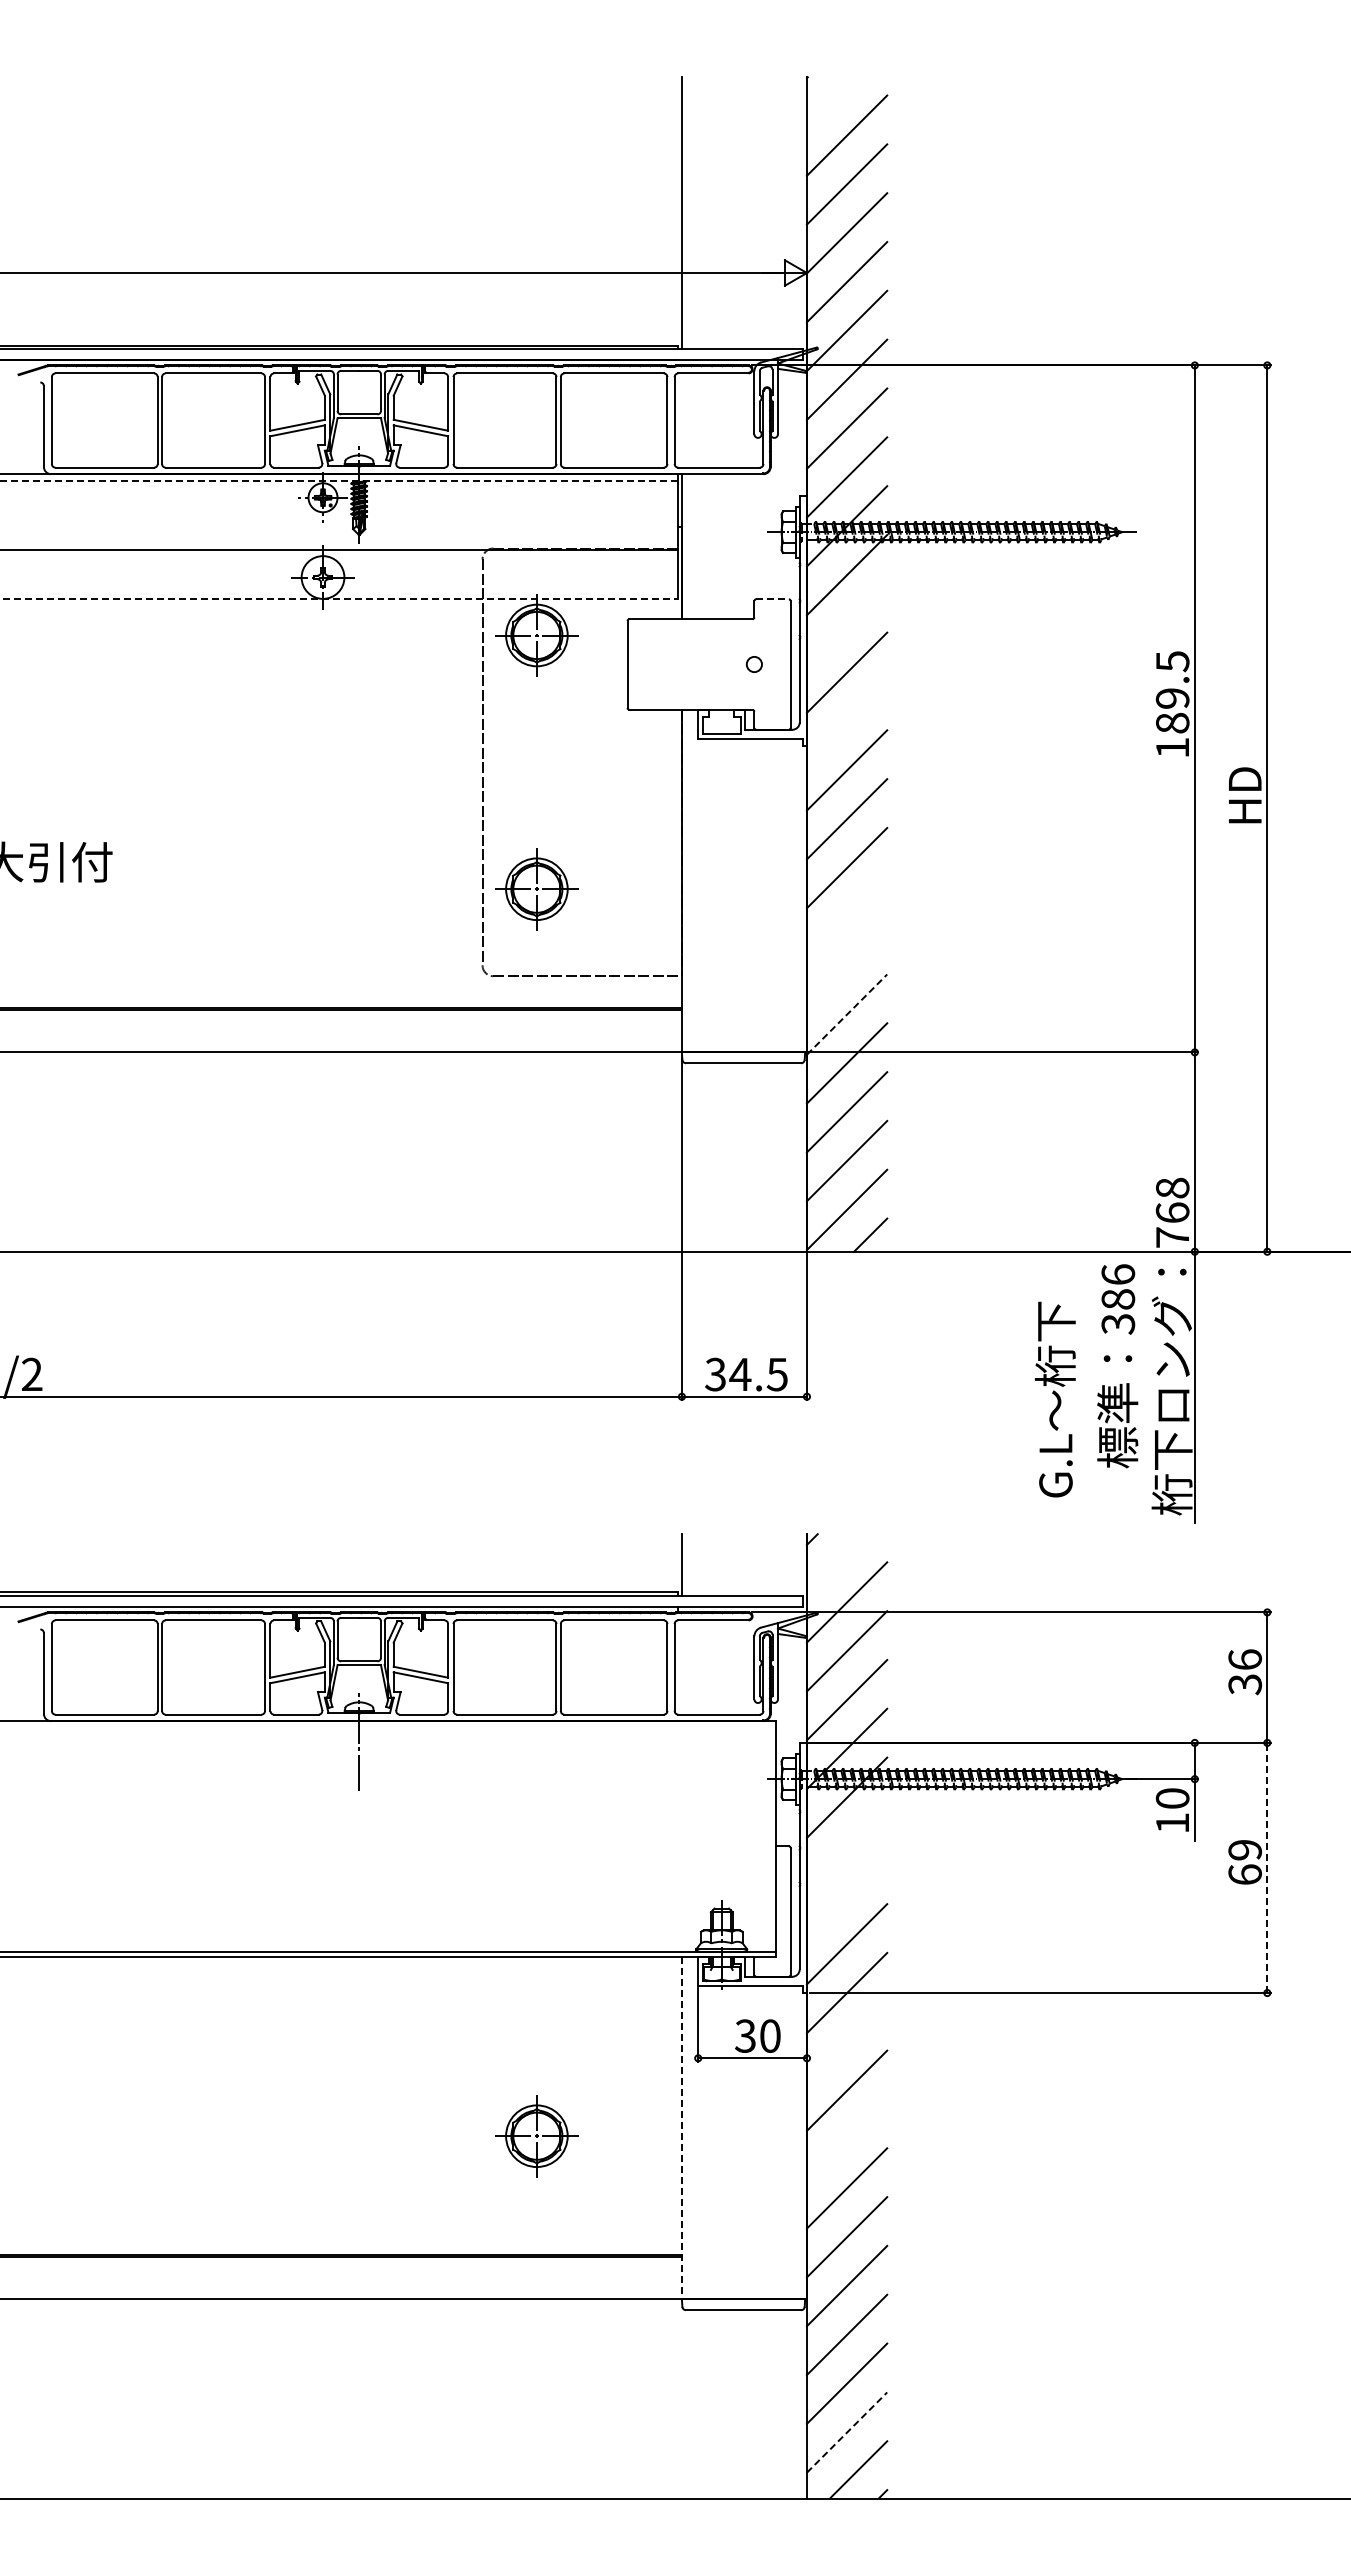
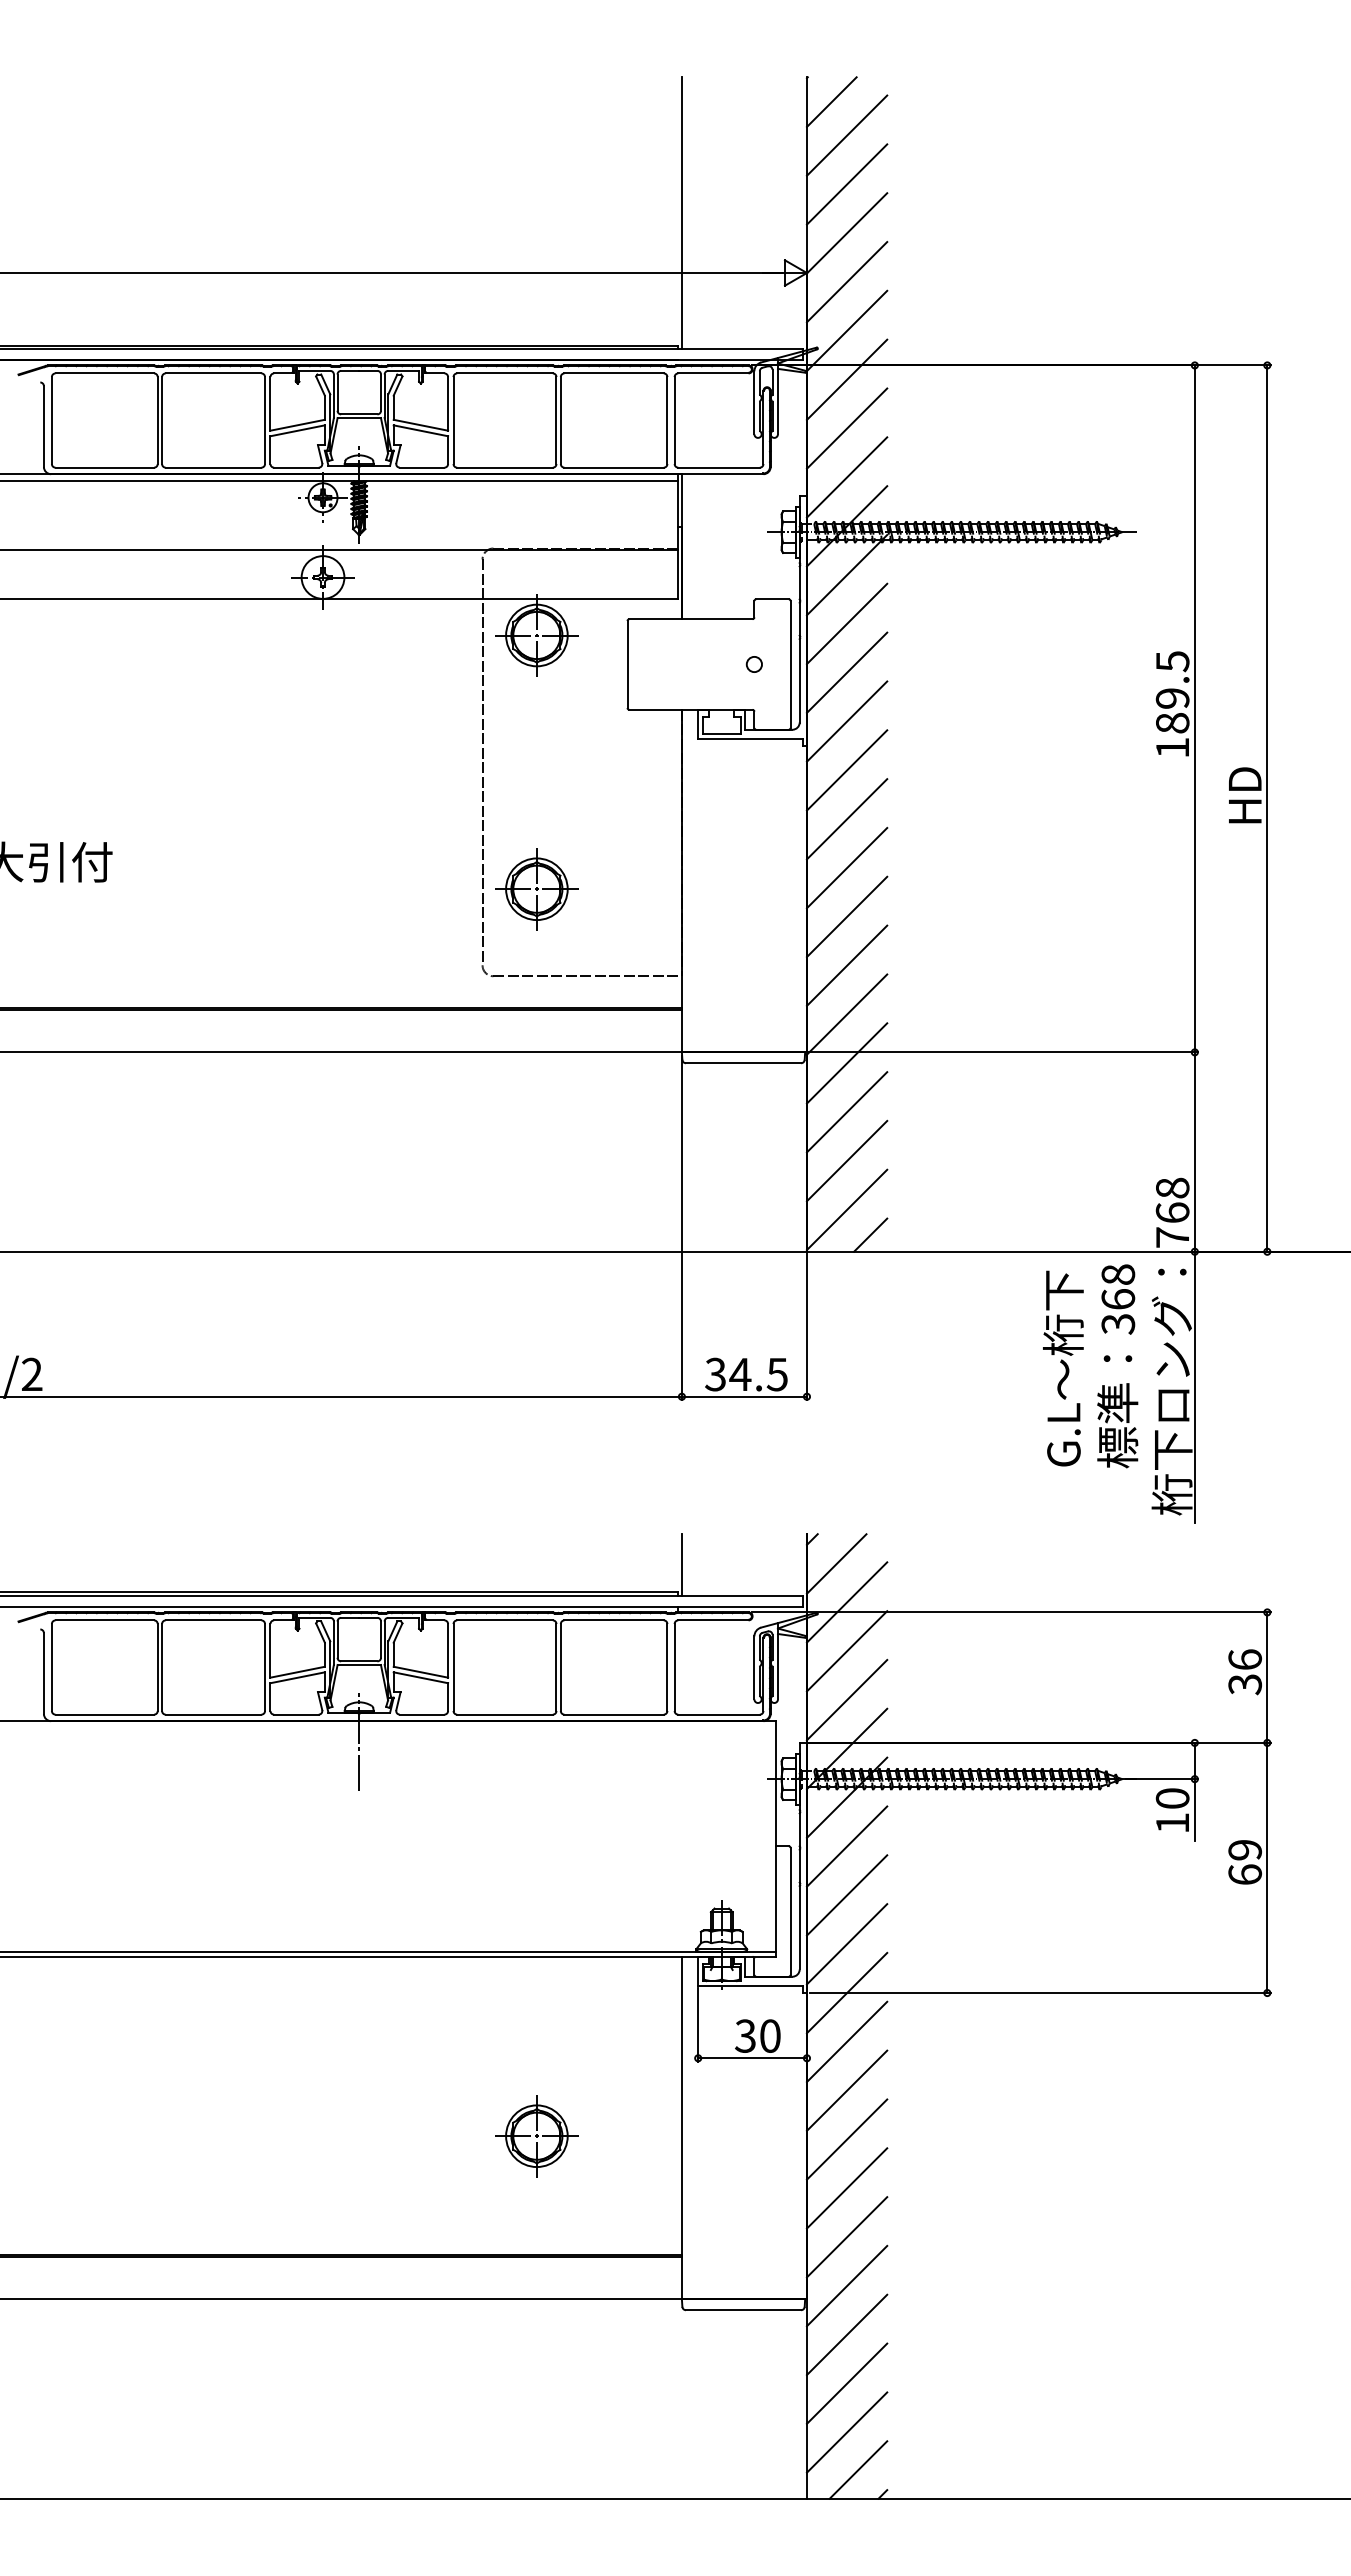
line at (831, 101): none -> present
line at (339, 481): dashed -> solid
line at (339, 598): dashed -> solid
line at (773, 599): dashed -> solid
line at (846, 623): none -> present
line at (846, 721): none -> present
line at (846, 916): none -> present
line at (846, 965): none -> present
line at (847, 1014): dashed -> solid
text at (1118, 1286): 386 -> 368
text at (1055, 1399) position: (1055, 1399) -> (1063, 1368)
line at (836, 1563): none -> present
line at (846, 1846): none -> present
line at (1267, 1867): dashed -> solid
line at (846, 1895): none -> present
line at (846, 2041): none -> present
line at (681, 2128): dashed -> solid
line at (846, 2139): none -> present
line at (847, 2432): dashed -> solid
